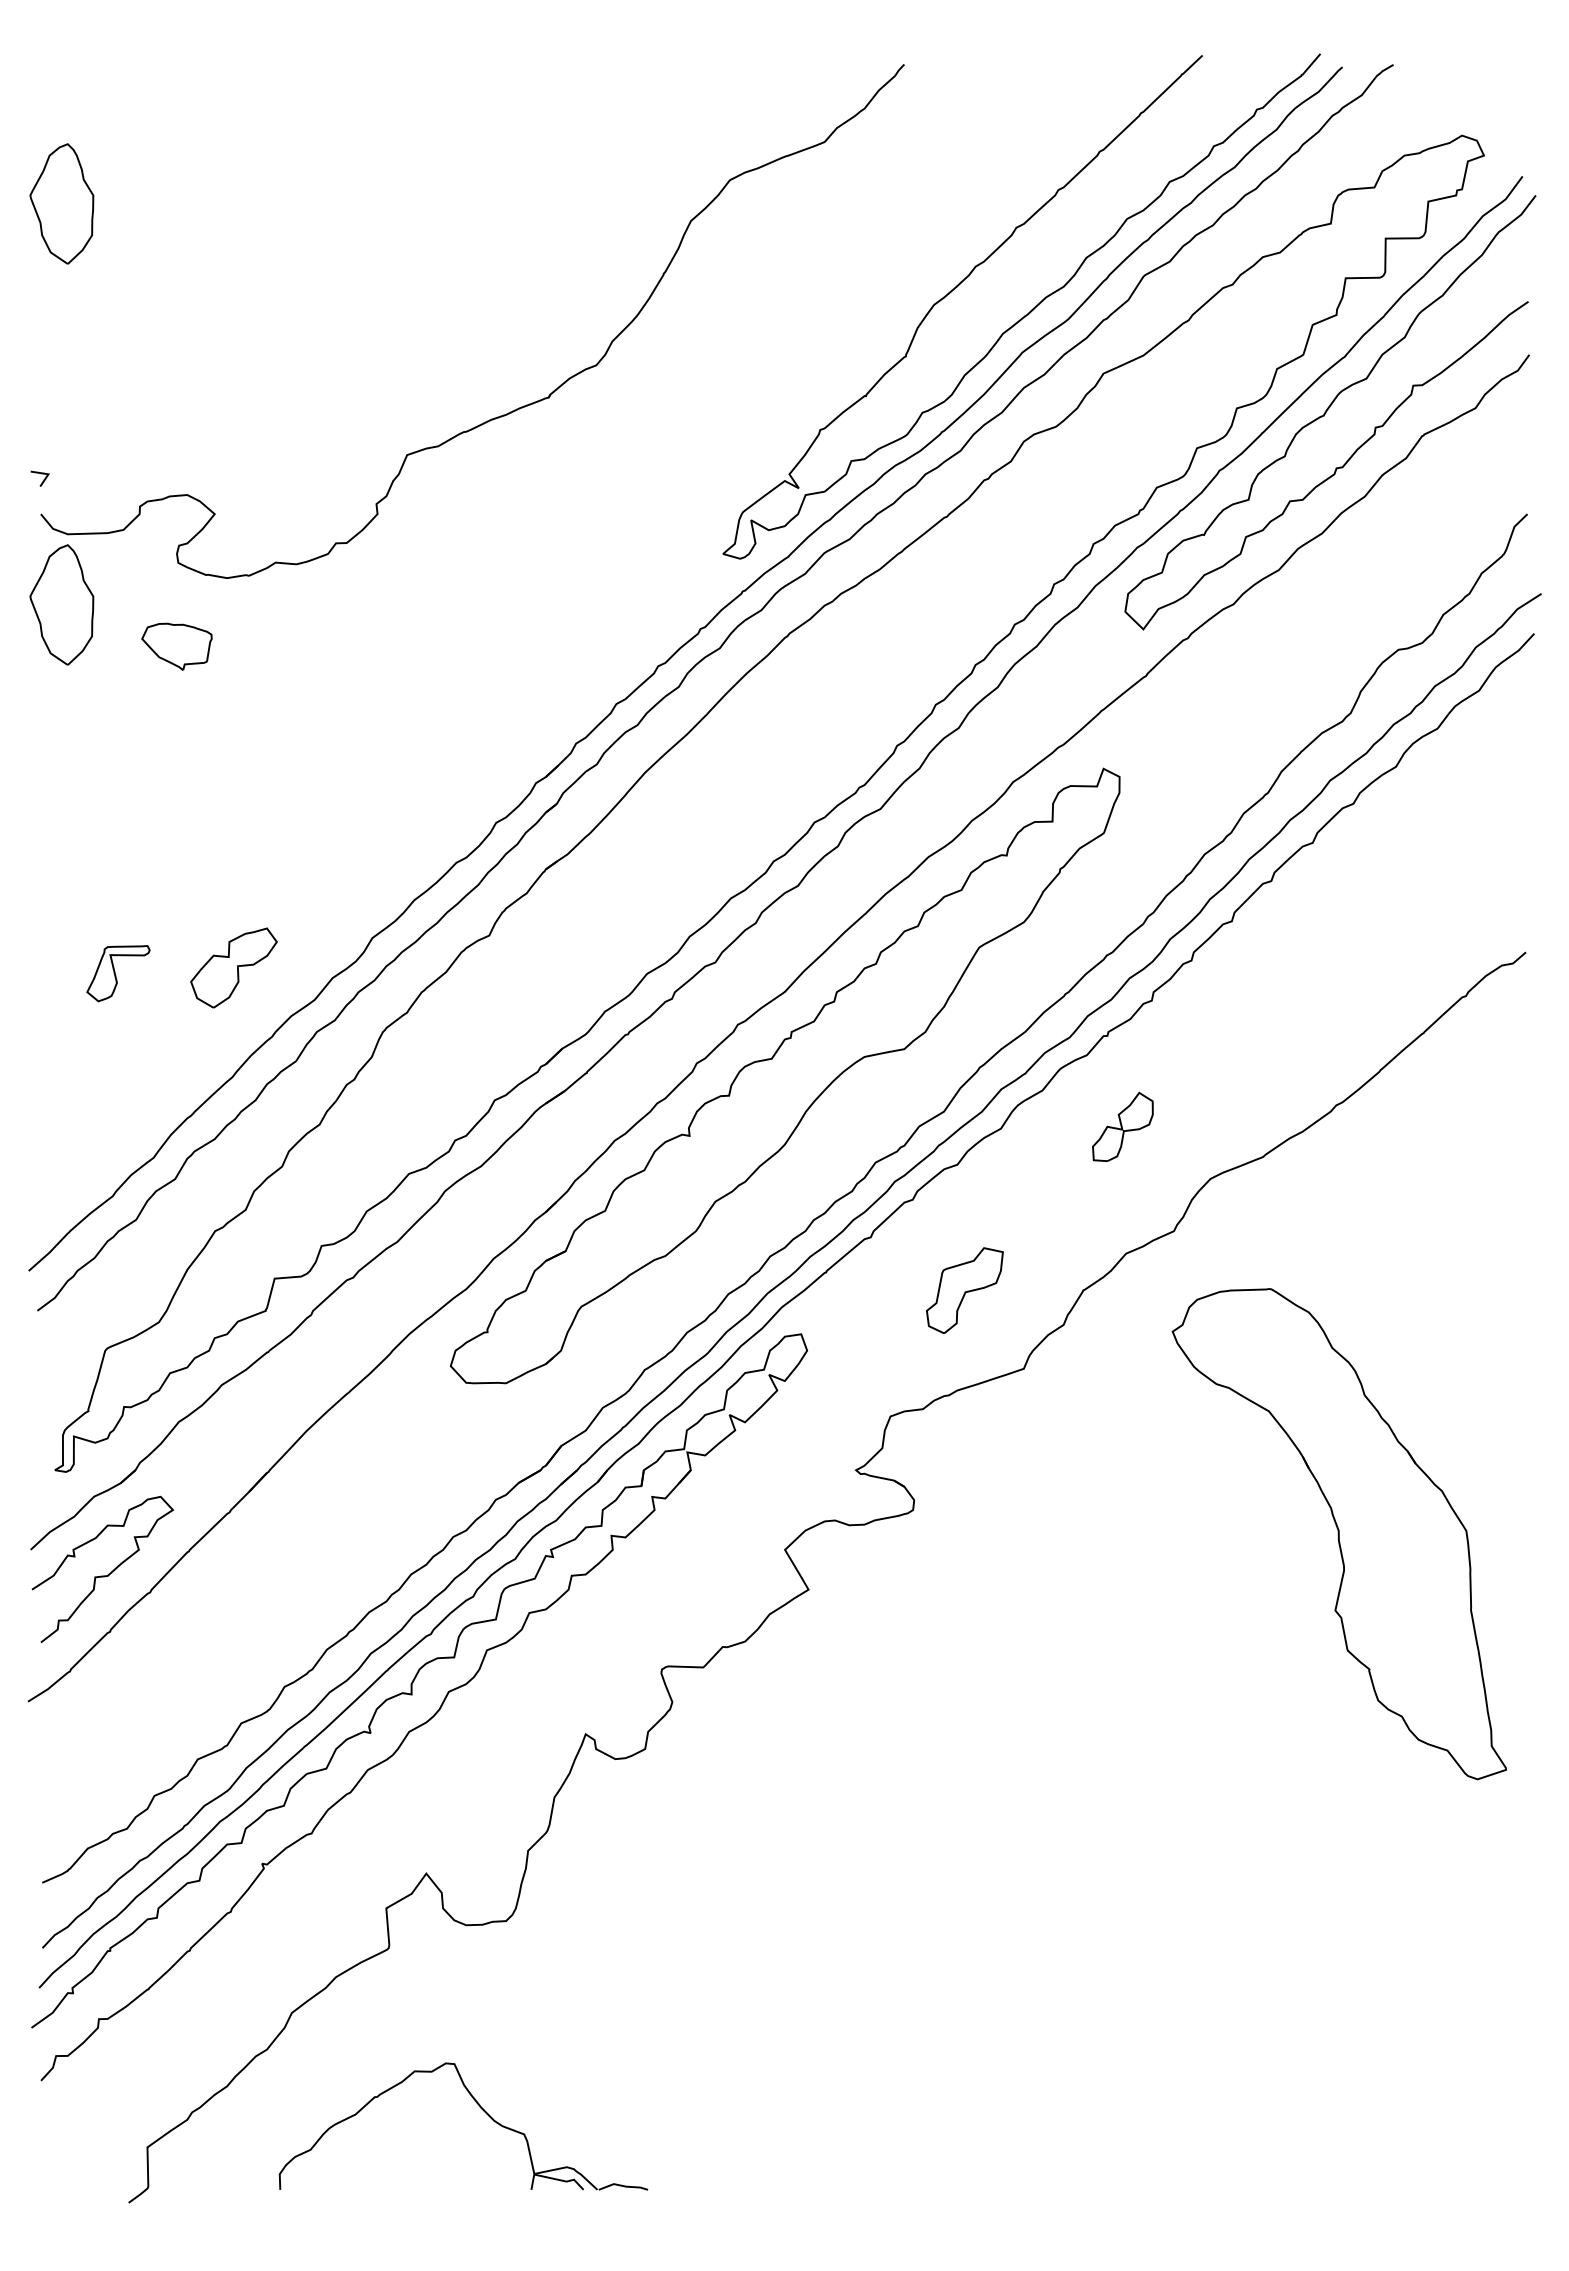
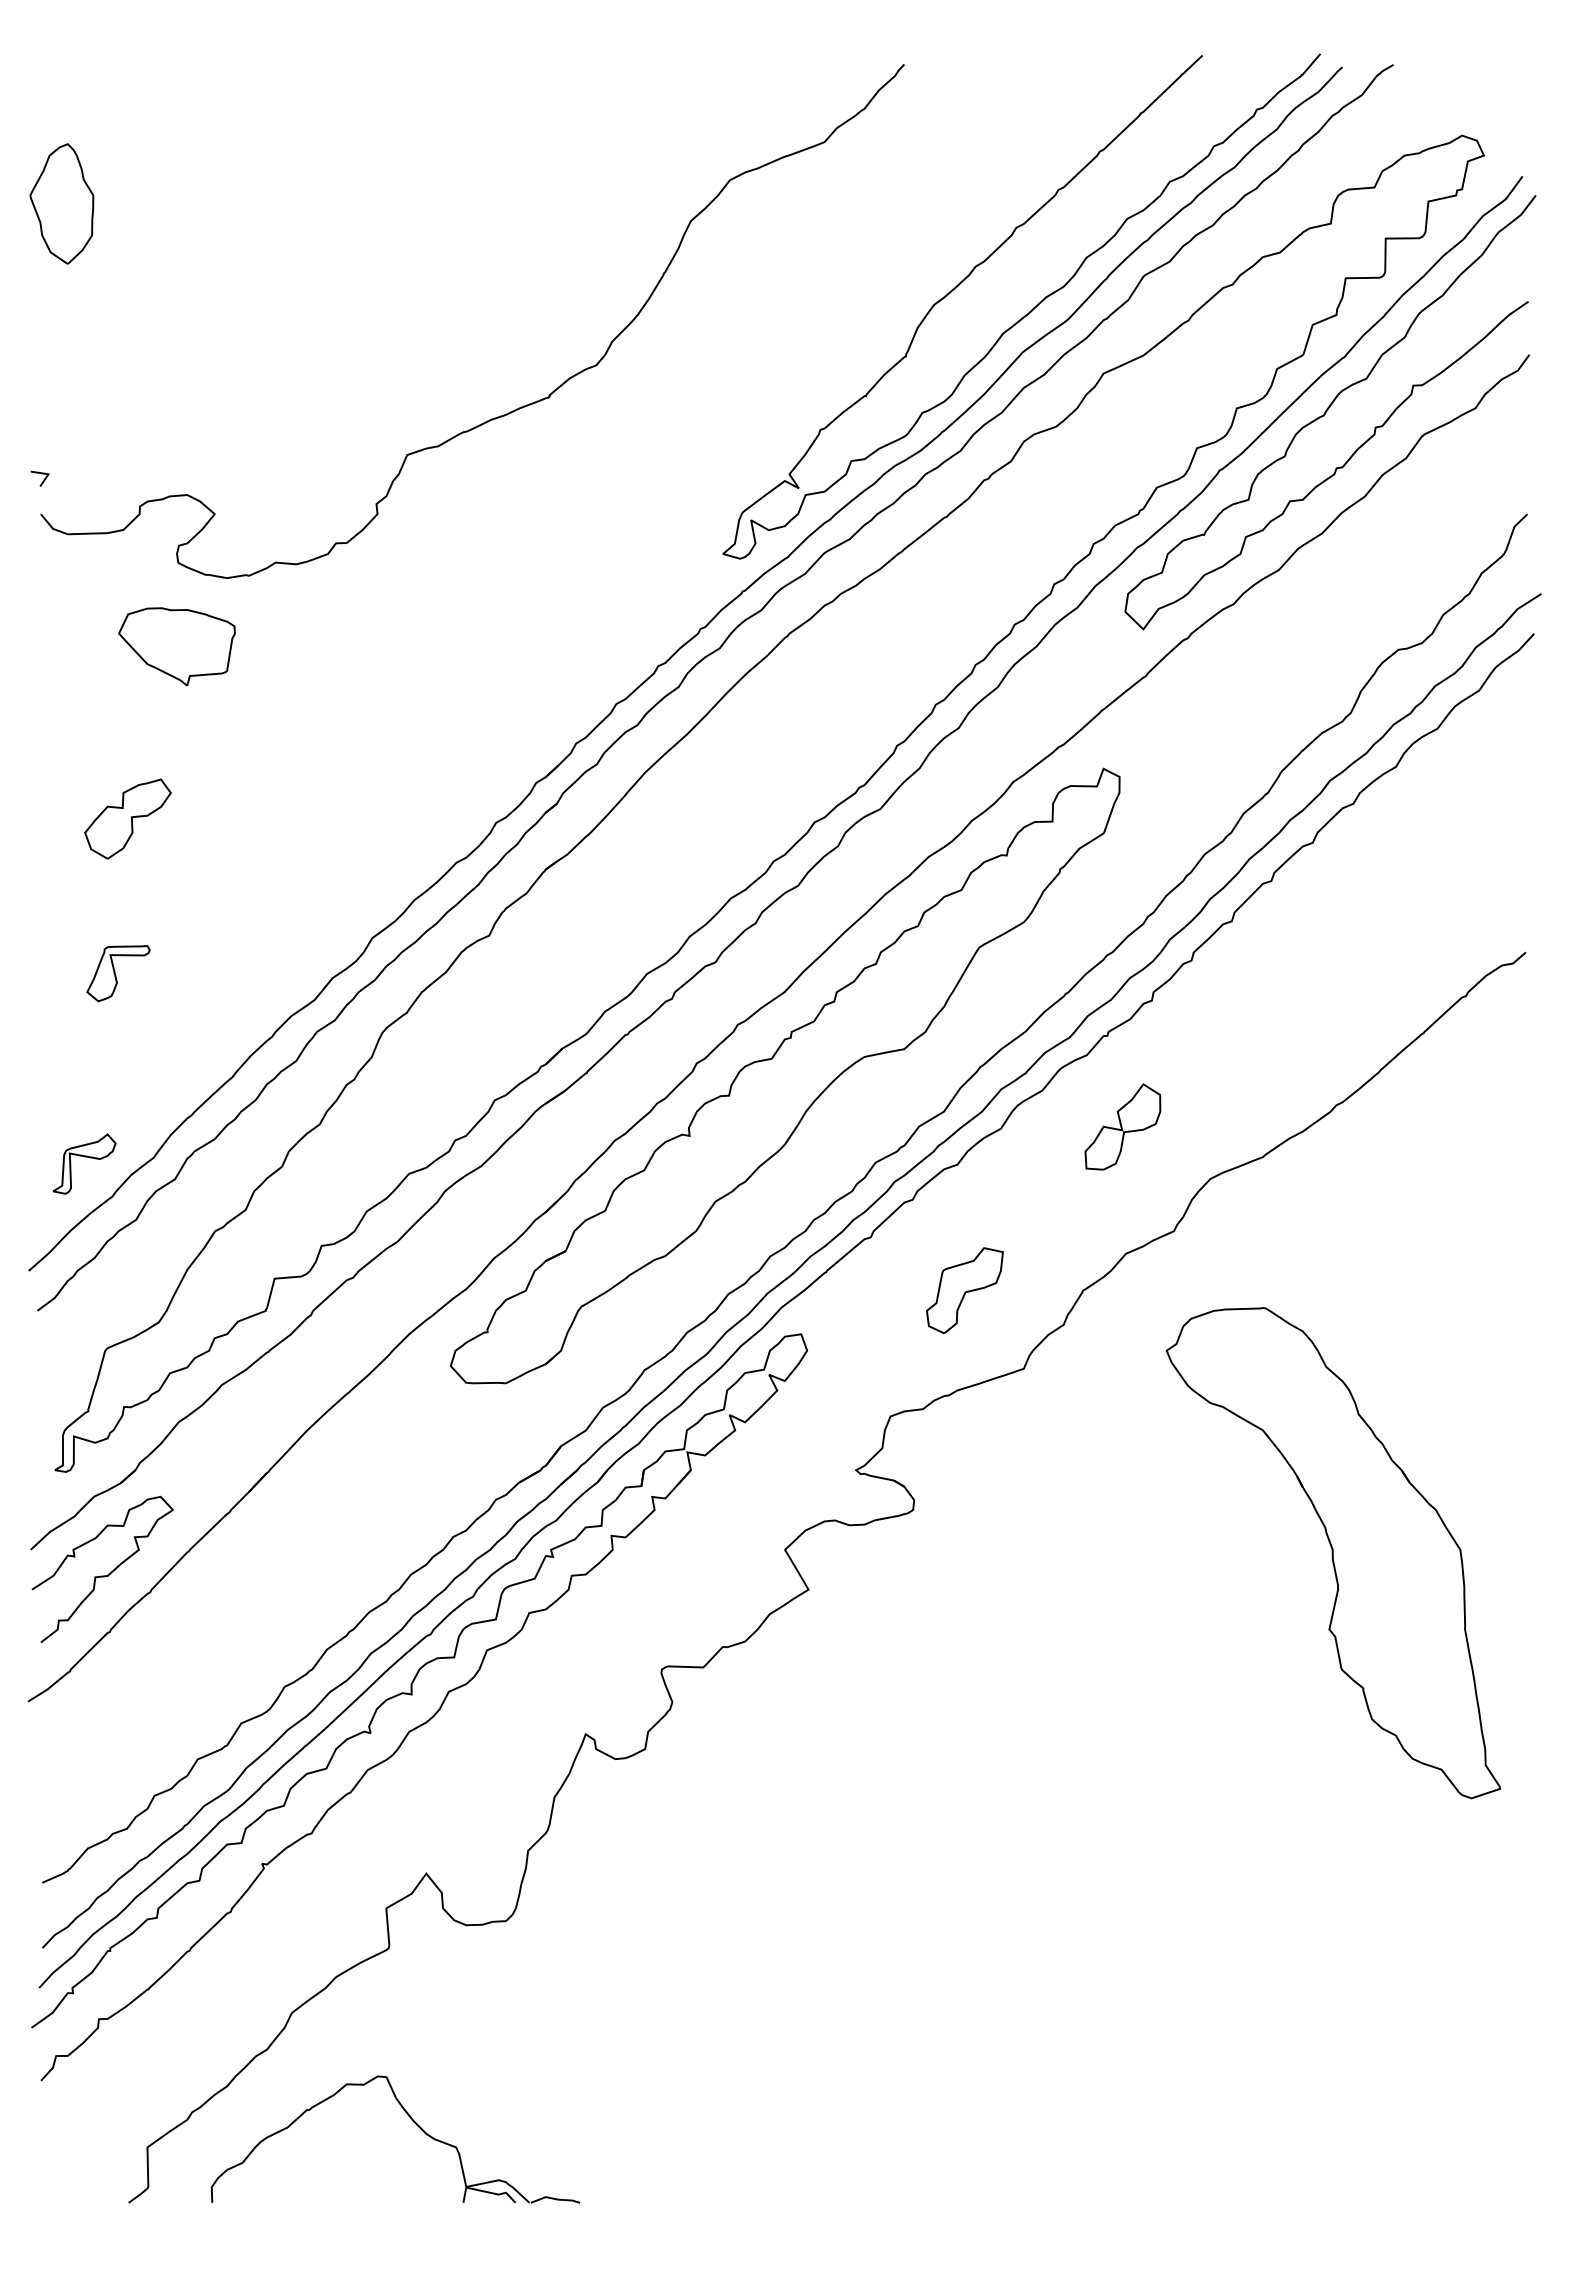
part at (61, 604): present -> none
part at (176, 646) size: 72x49 px -> 118x80 px
part at (233, 967) position: (233, 967) -> (127, 818)
part at (1122, 1126) size: 62x71 px -> 78x88 px
part at (84, 1163): none -> present
part at (1338, 1534) position: (1338, 1534) -> (1332, 1553)
part at (480, 2108) position: (480, 2108) -> (412, 2121)
